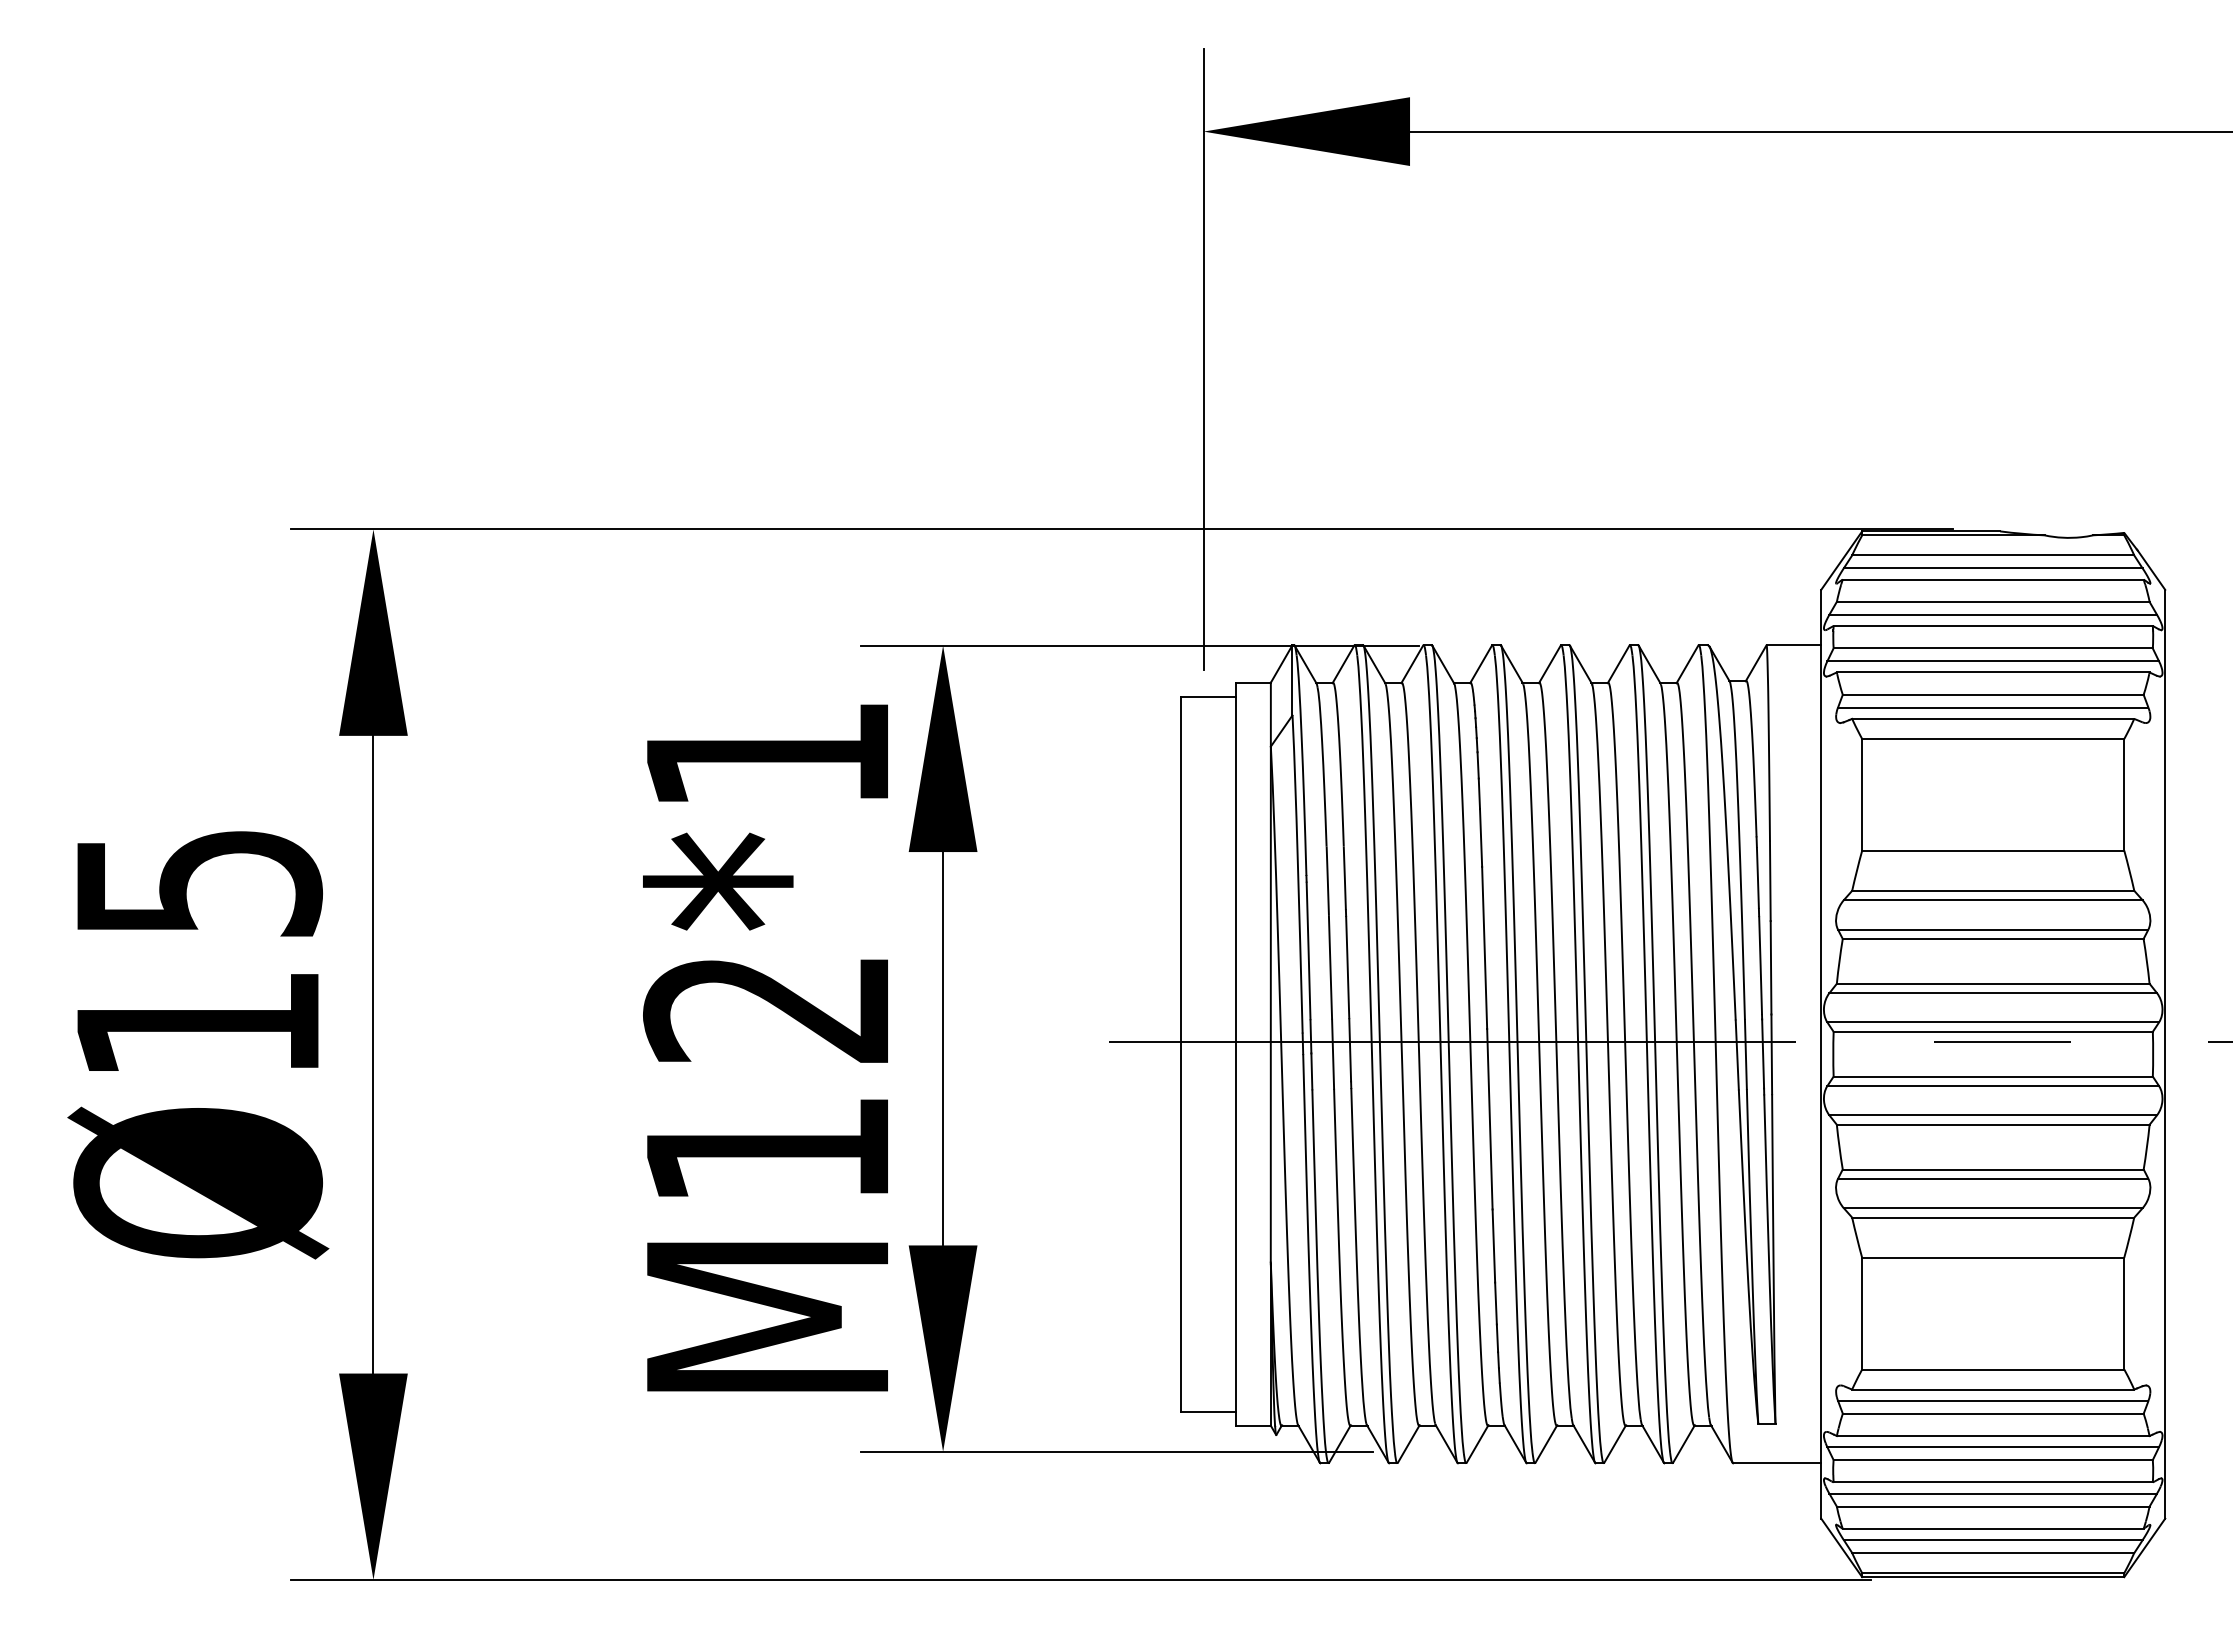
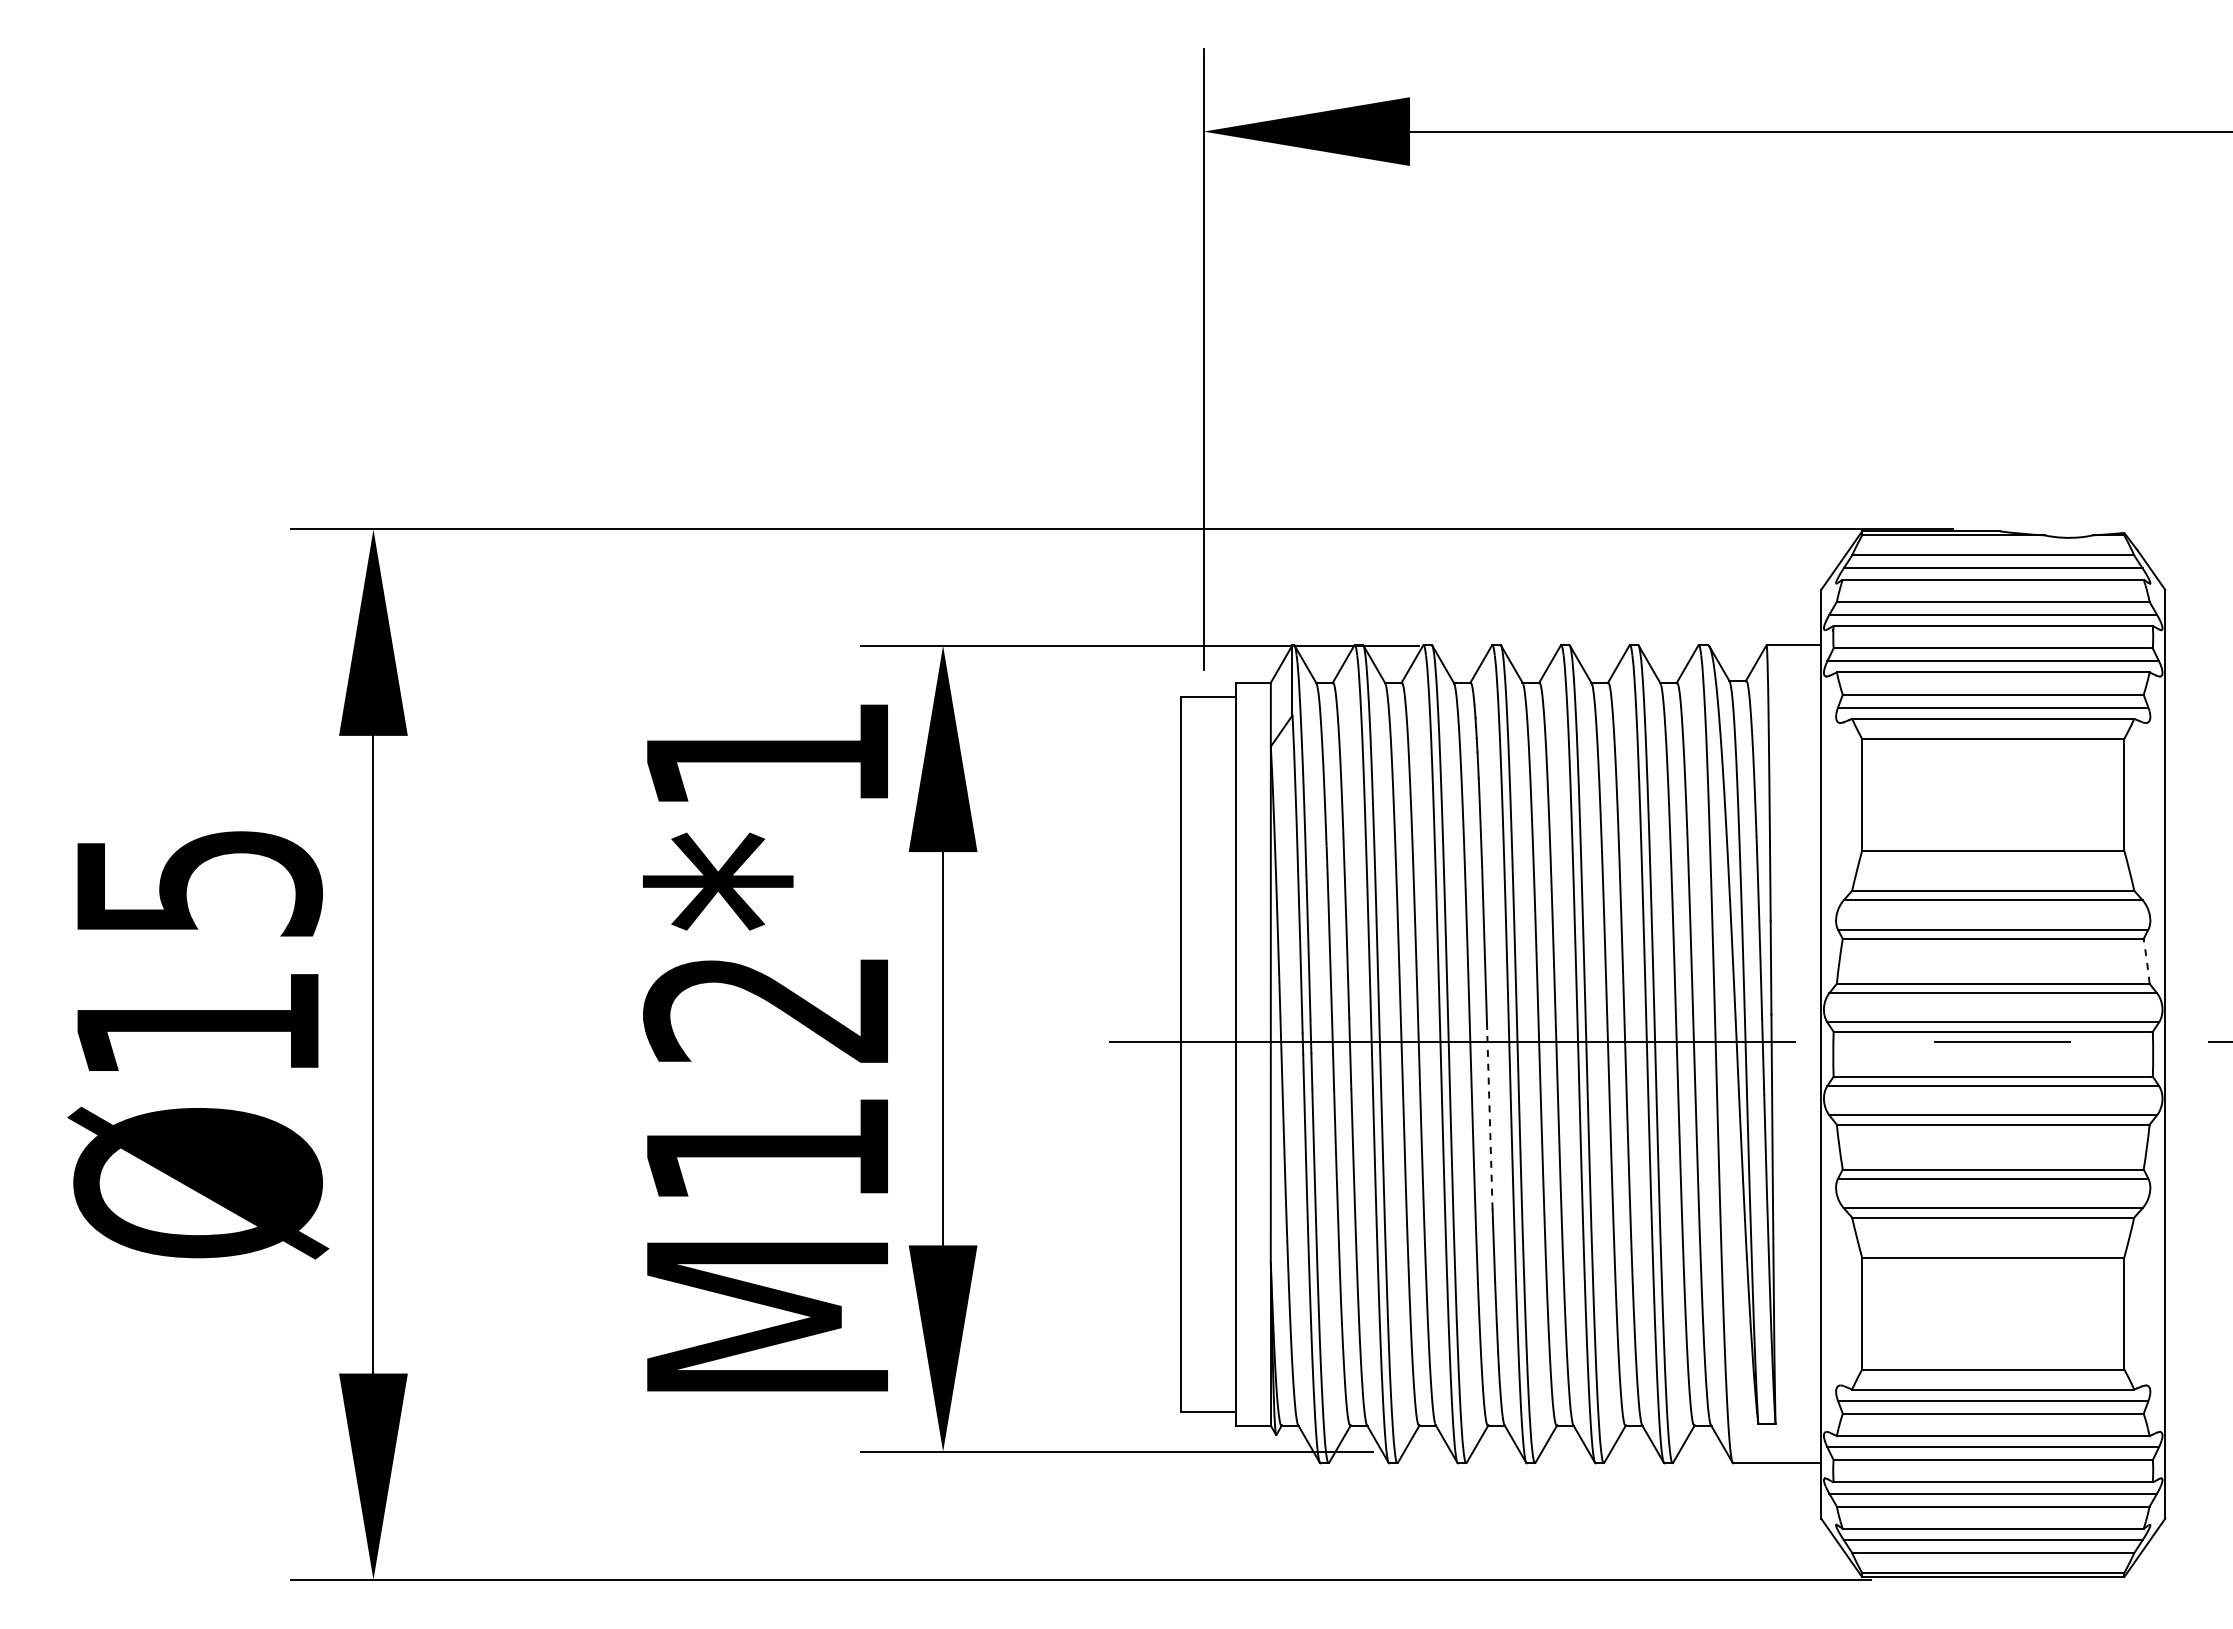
arc at (2146, 961): solid -> dashed
line at (1489, 1118): solid -> dashed
